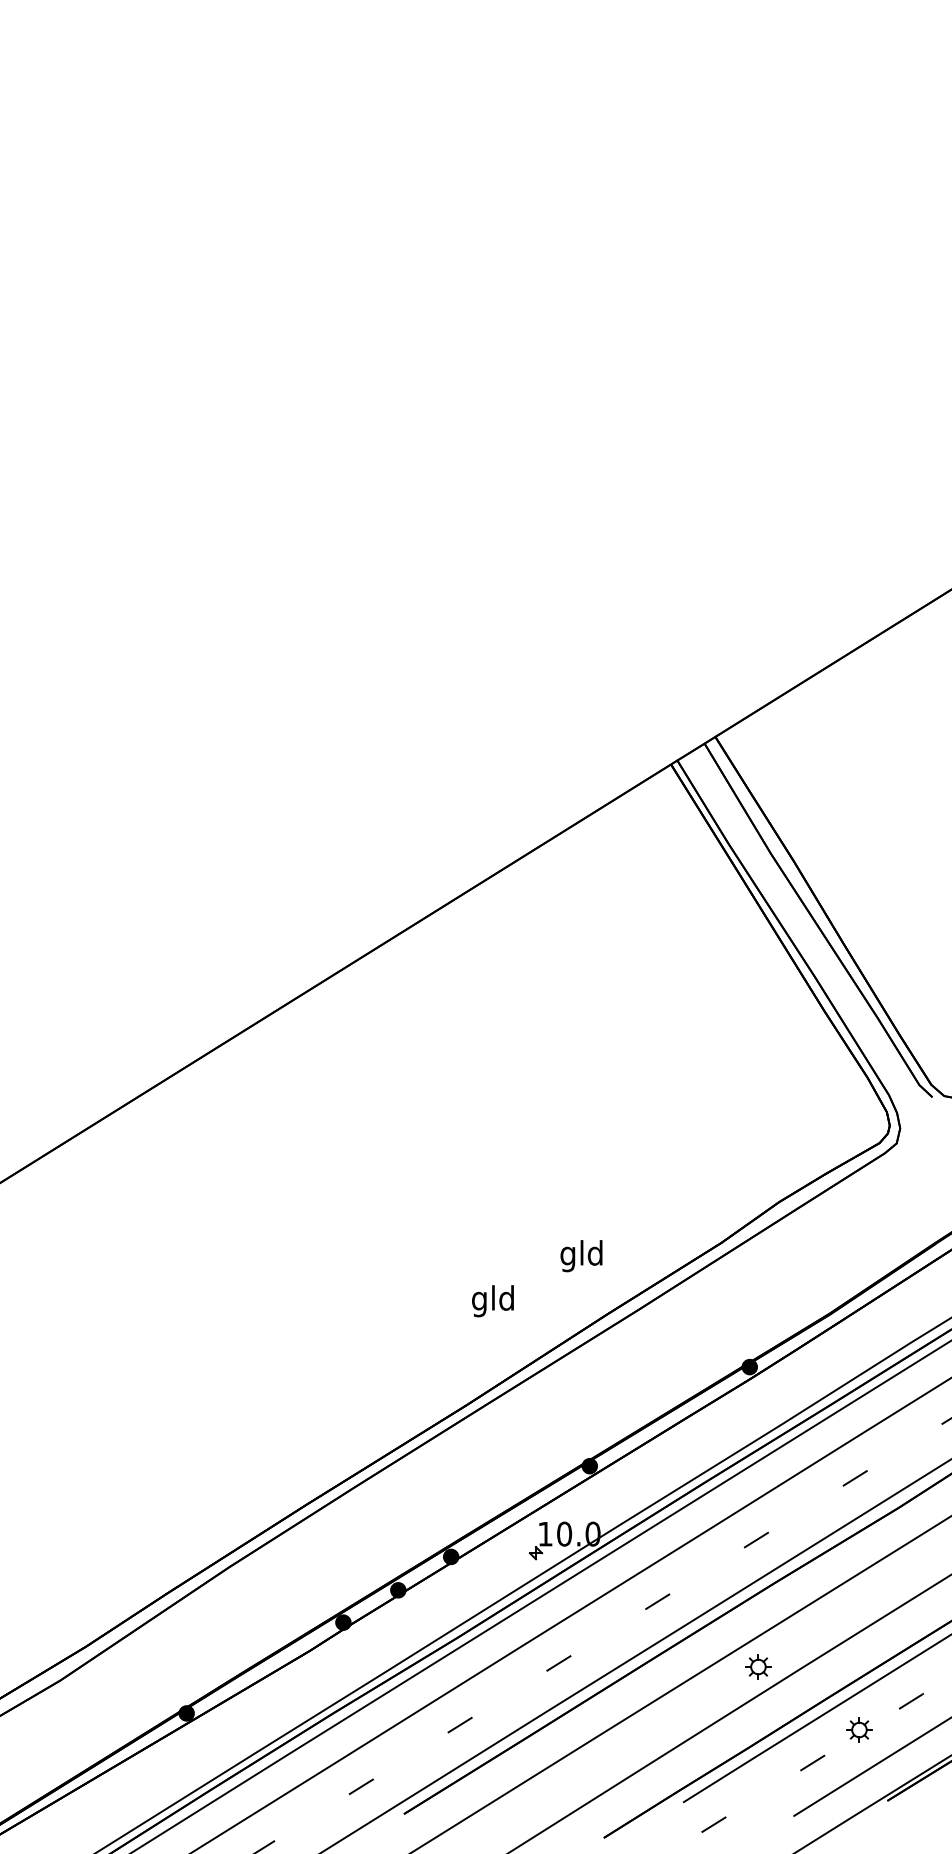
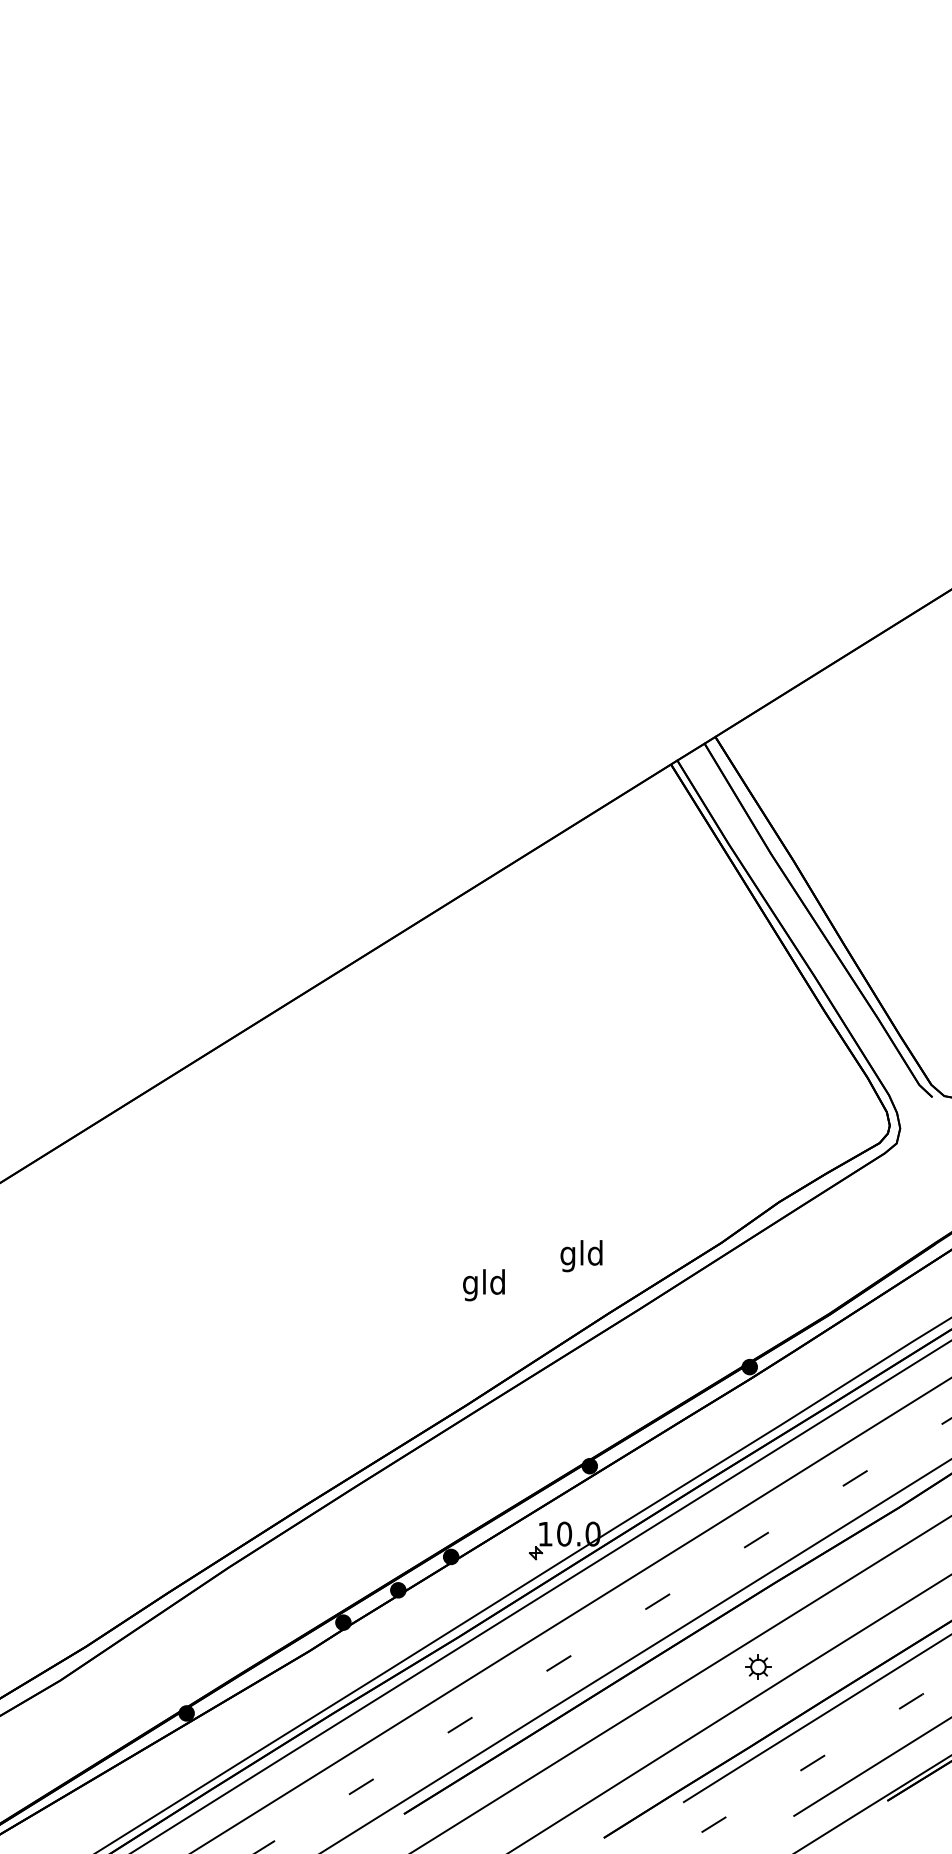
text at (492, 1301) position: (492, 1301) -> (483, 1285)
part at (859, 1729): present -> none
